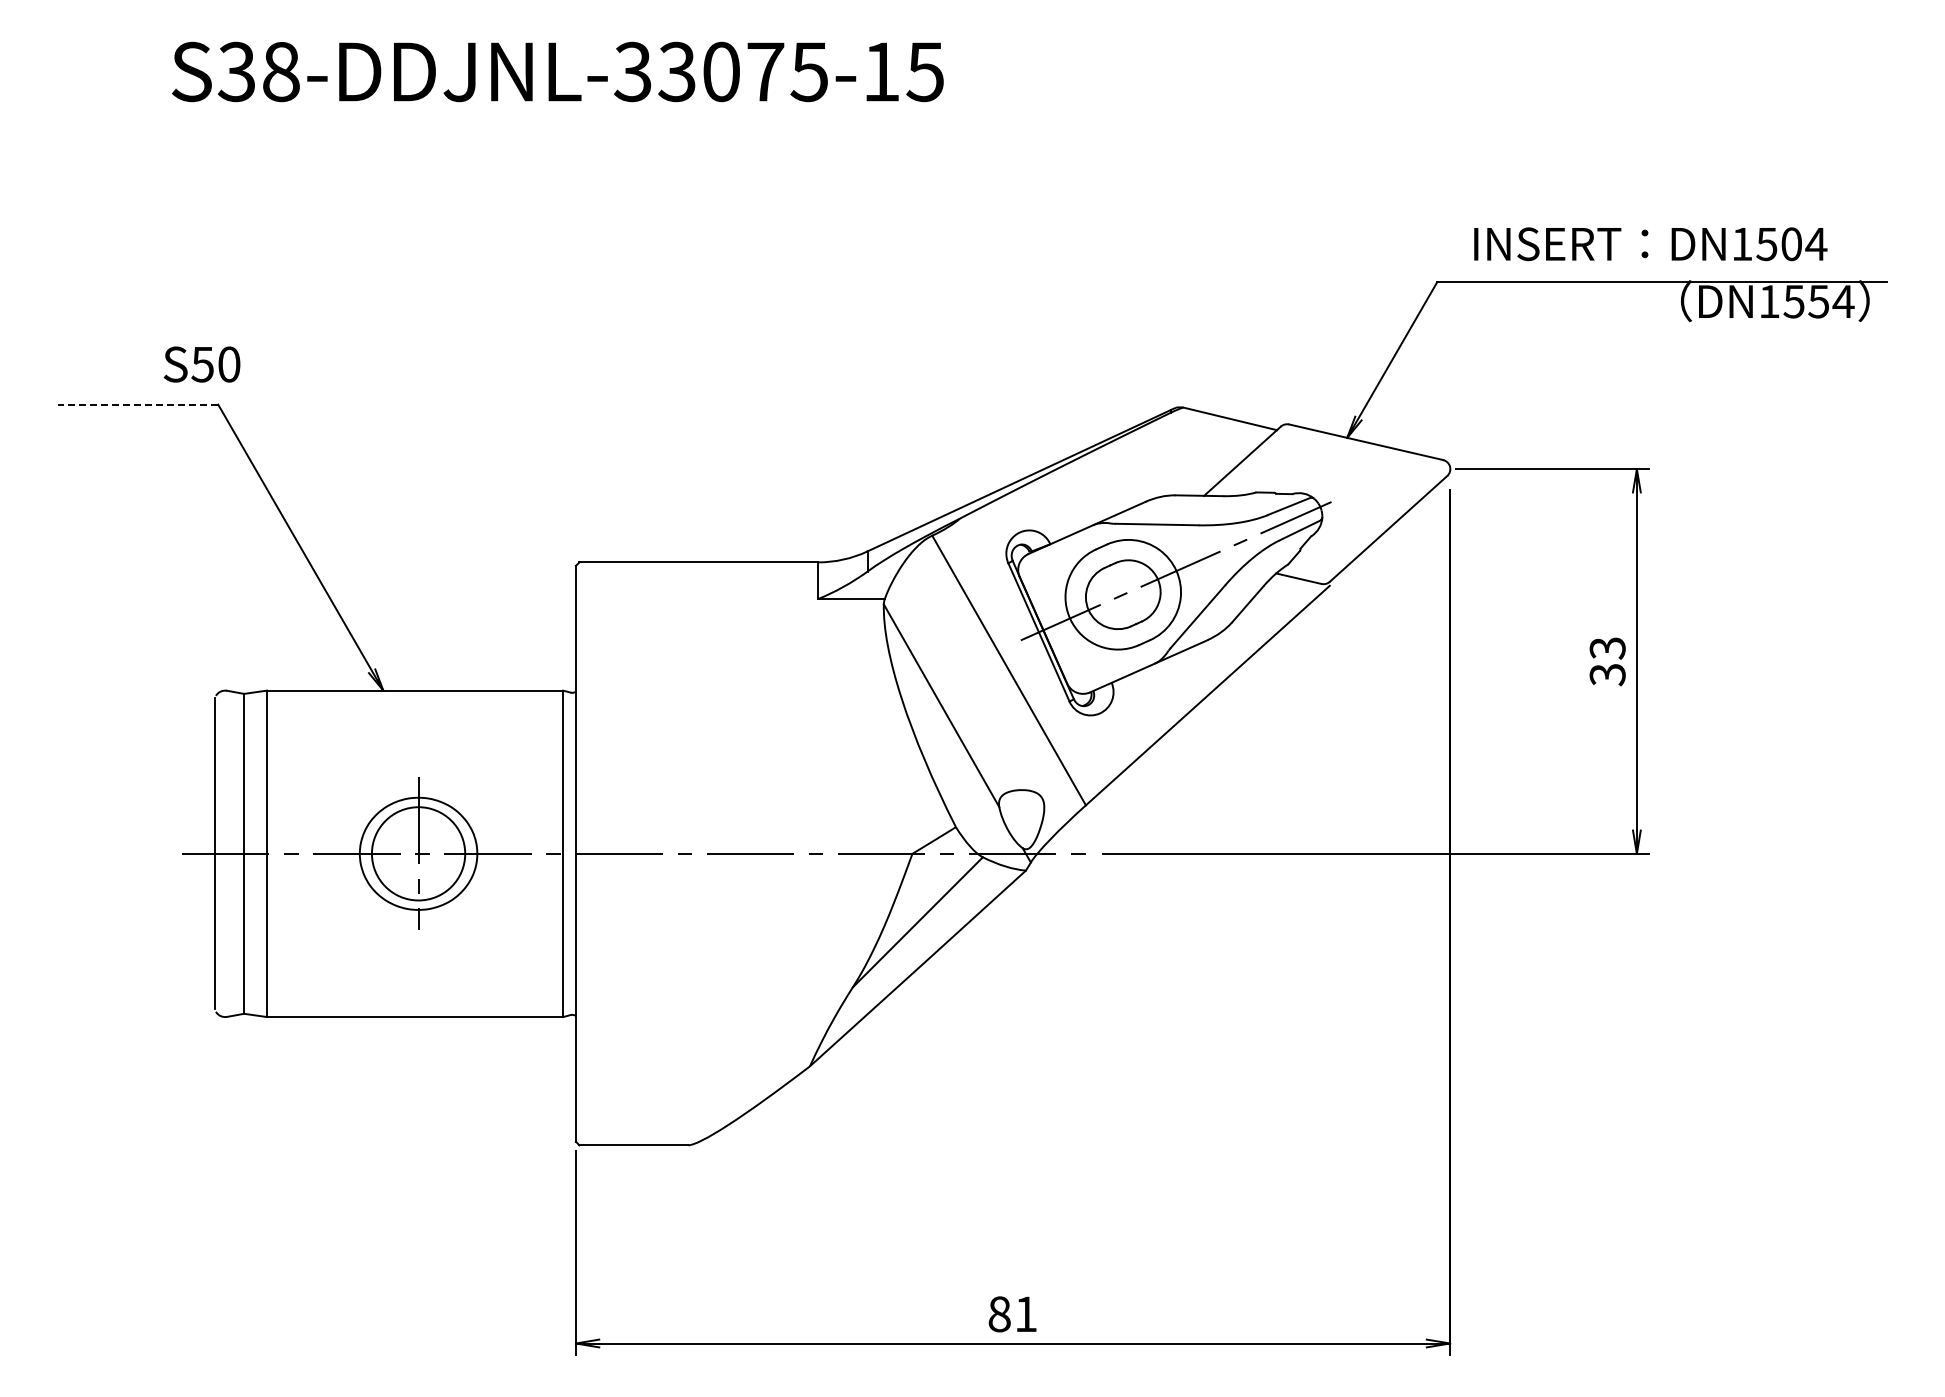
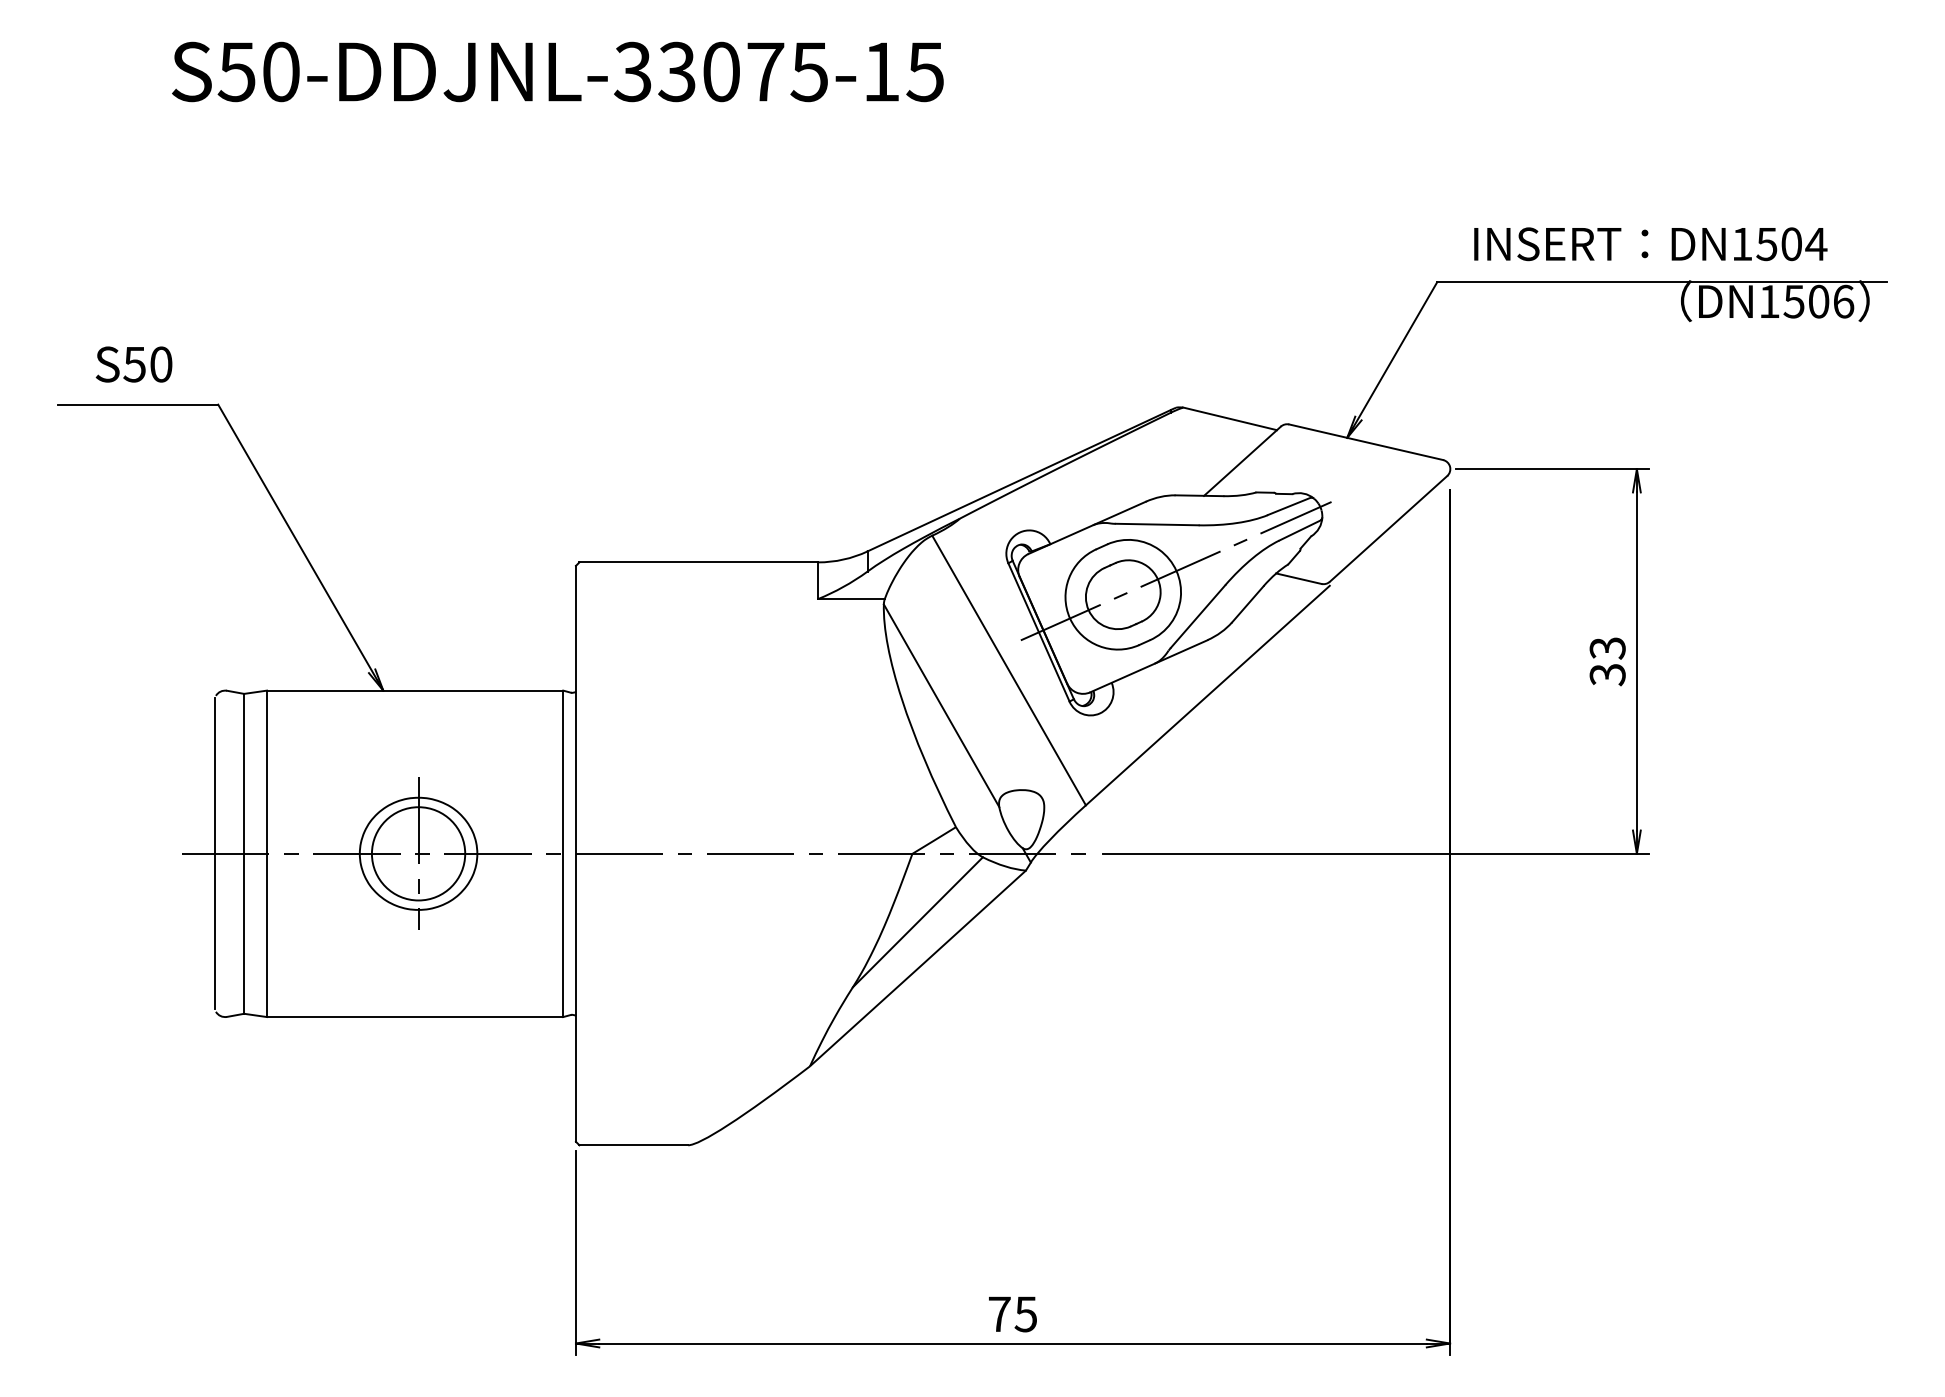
text at (258, 71): S38-DDJNL-33075-15 -> S50-DDJNL-33075-15
text at (1831, 301): DN1554 -> DN1506
text at (201, 364) position: (201, 364) -> (133, 364)
line at (138, 404): dashed -> solid
text at (1012, 1314): 81 -> 75
